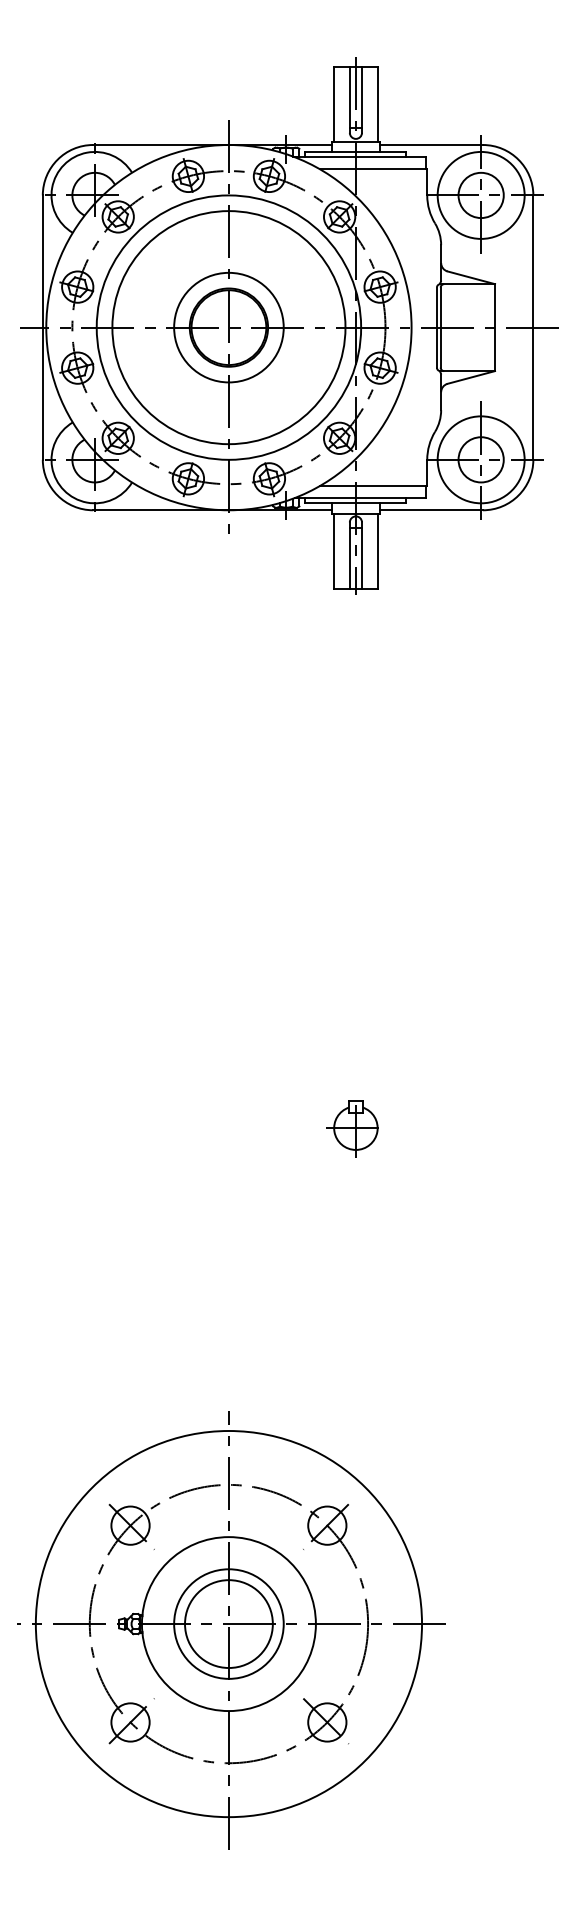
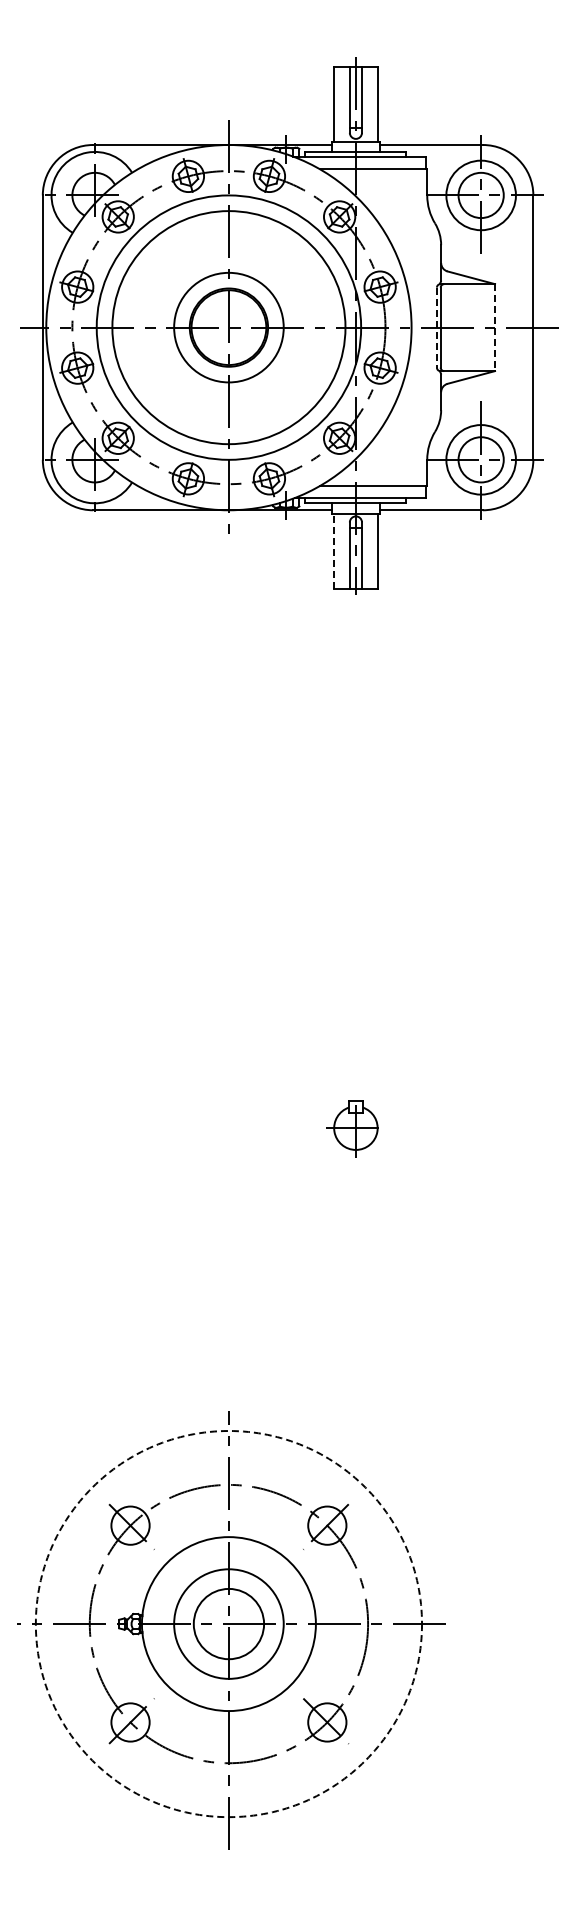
circle at (480, 194) diameter: 87 px -> 70 px
line at (436, 328): solid -> dashed
line at (495, 328): solid -> dashed
circle at (480, 459) diameter: 87 px -> 70 px
line at (334, 550): solid -> dashed
circle at (228, 1624) diameter: 88 px -> 70 px
circle at (228, 1624): solid -> dashed
